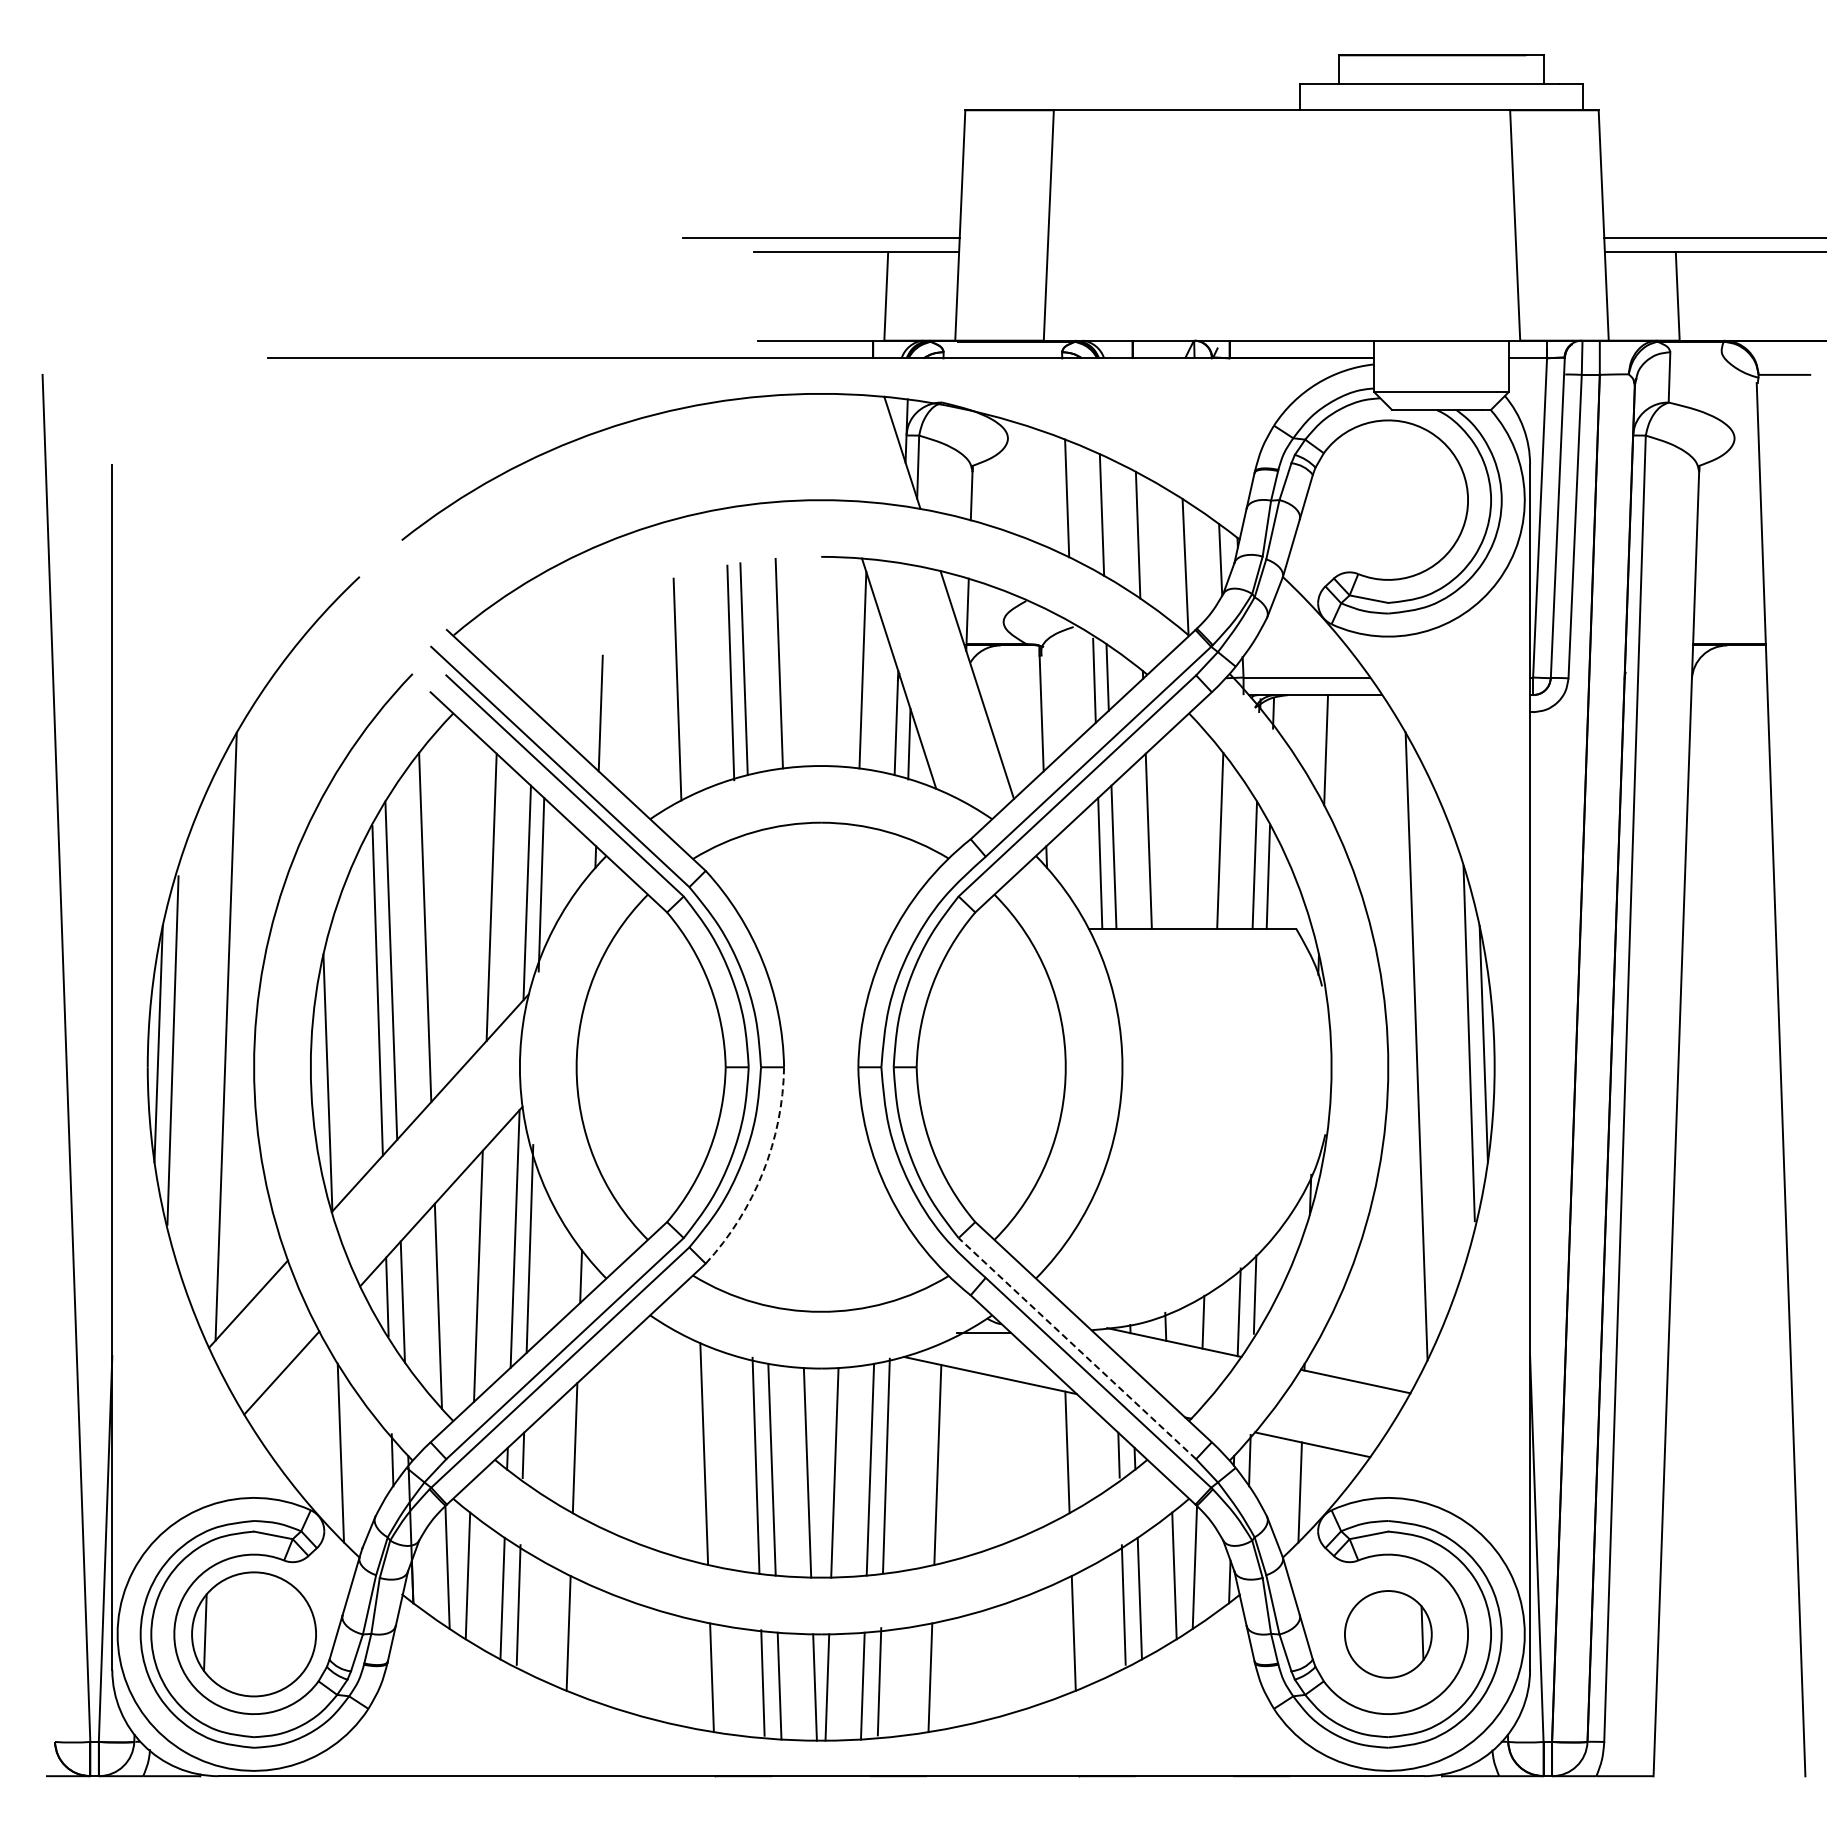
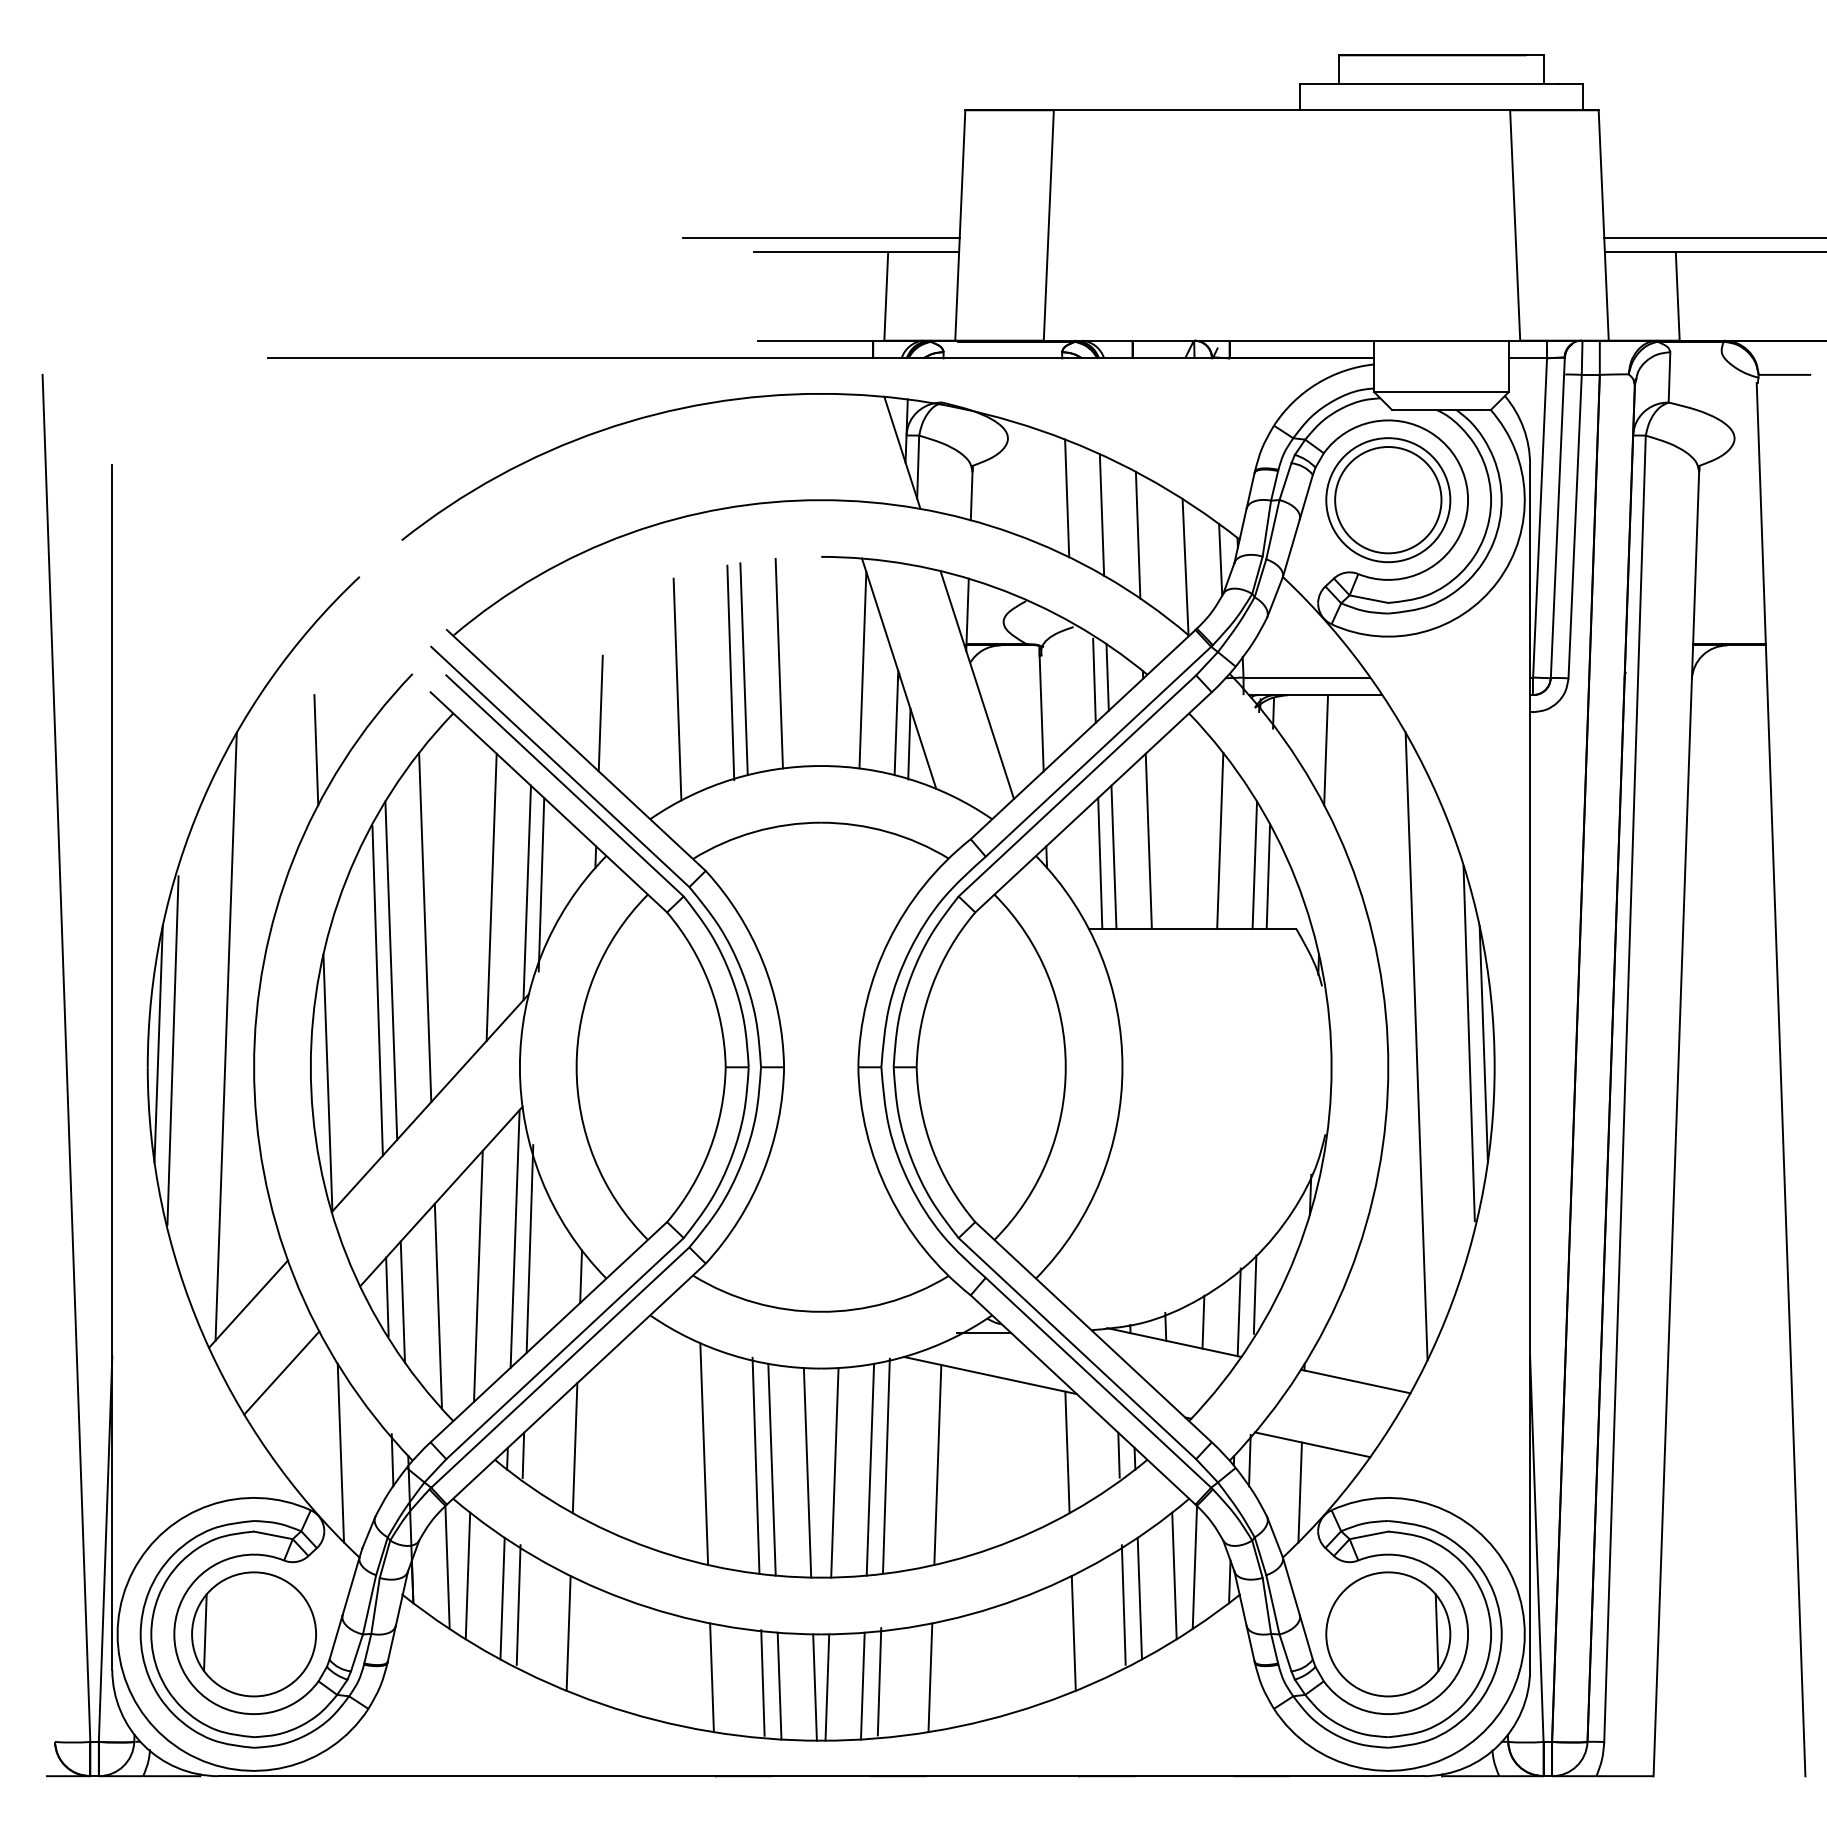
part at (1388, 500): none -> present
line at (316, 750): none -> present
arc at (762, 1172): dashed -> solid
line at (1077, 1348): dashed -> solid
part at (1388, 1634) size: 89x89 px -> 127x127 px
